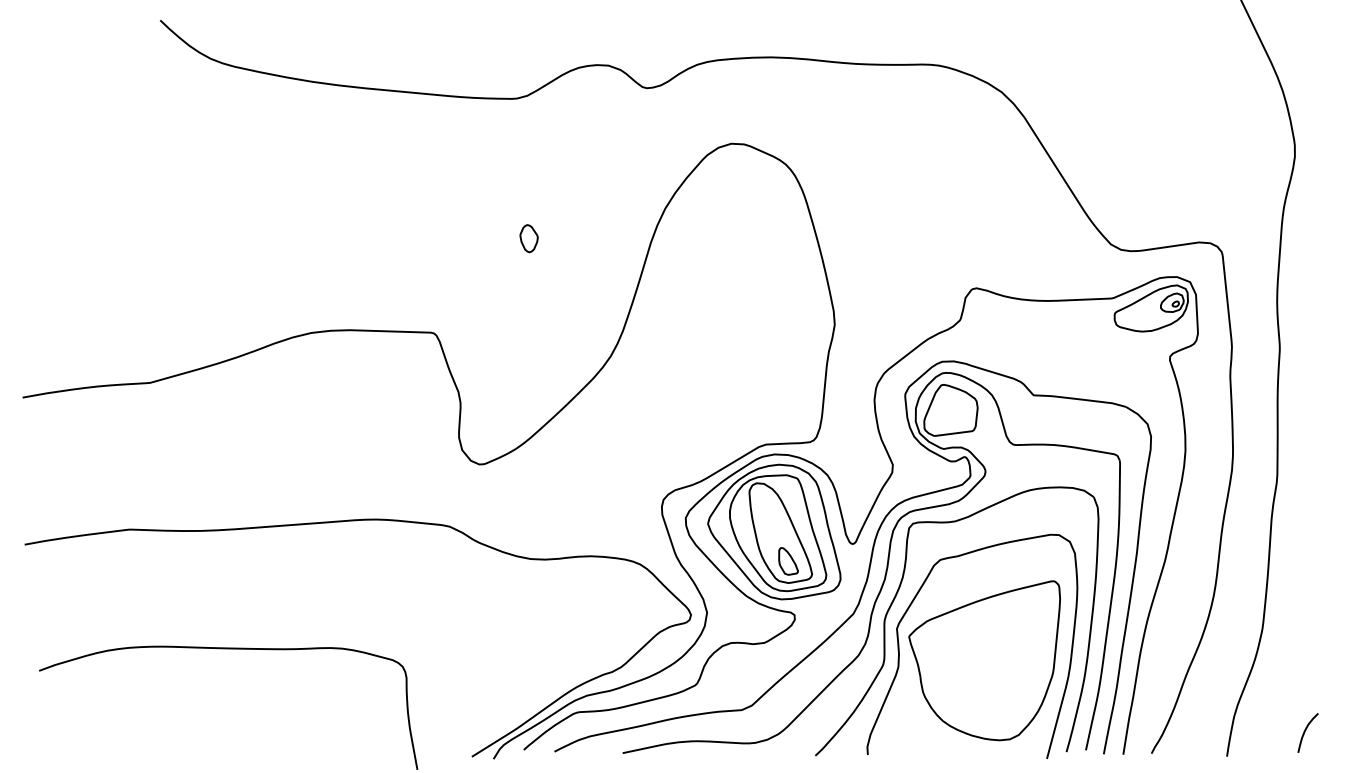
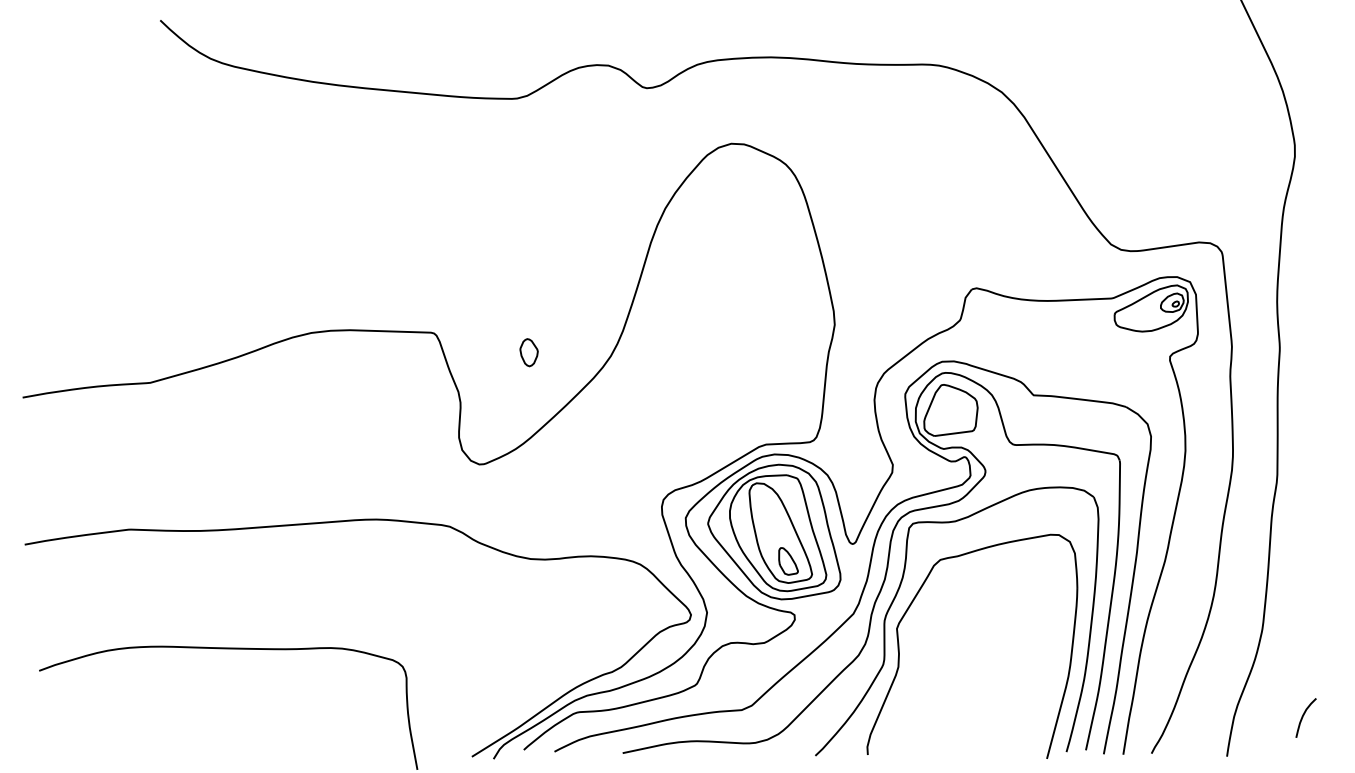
part at (528, 238) position: (528, 238) -> (528, 352)
part at (984, 660): present -> none
curve at (1305, 732) position: (1305, 732) -> (1303, 717)
